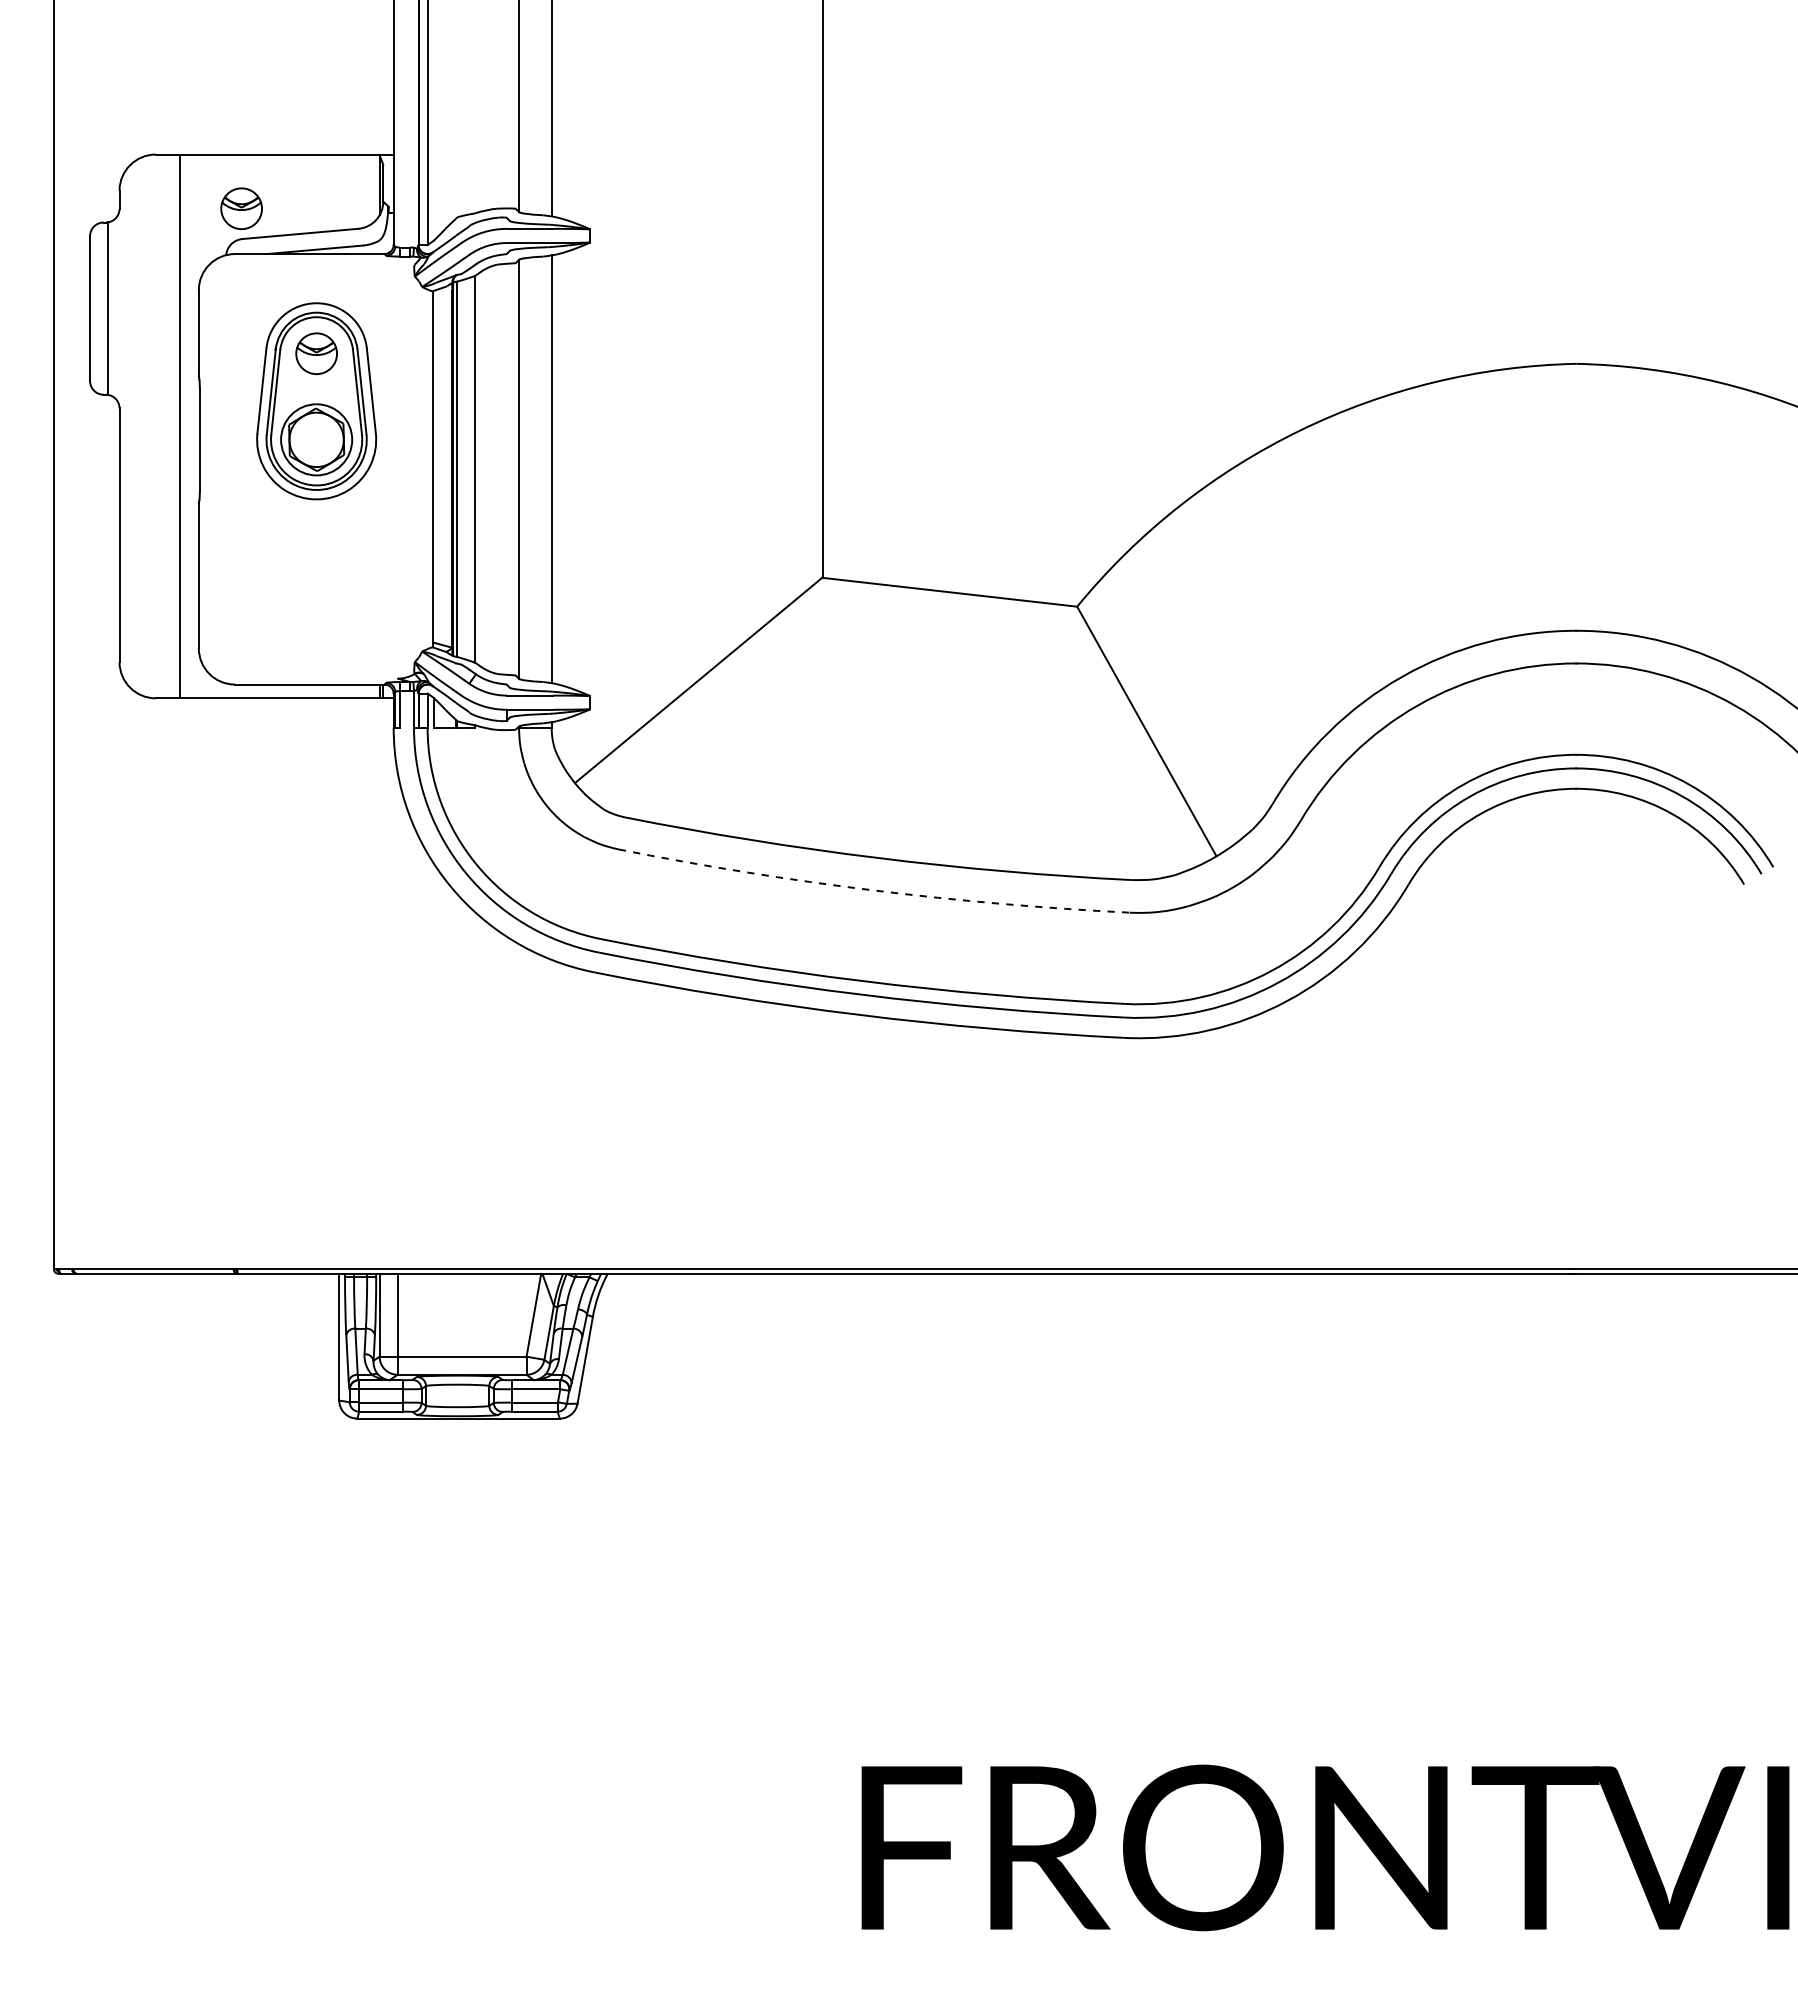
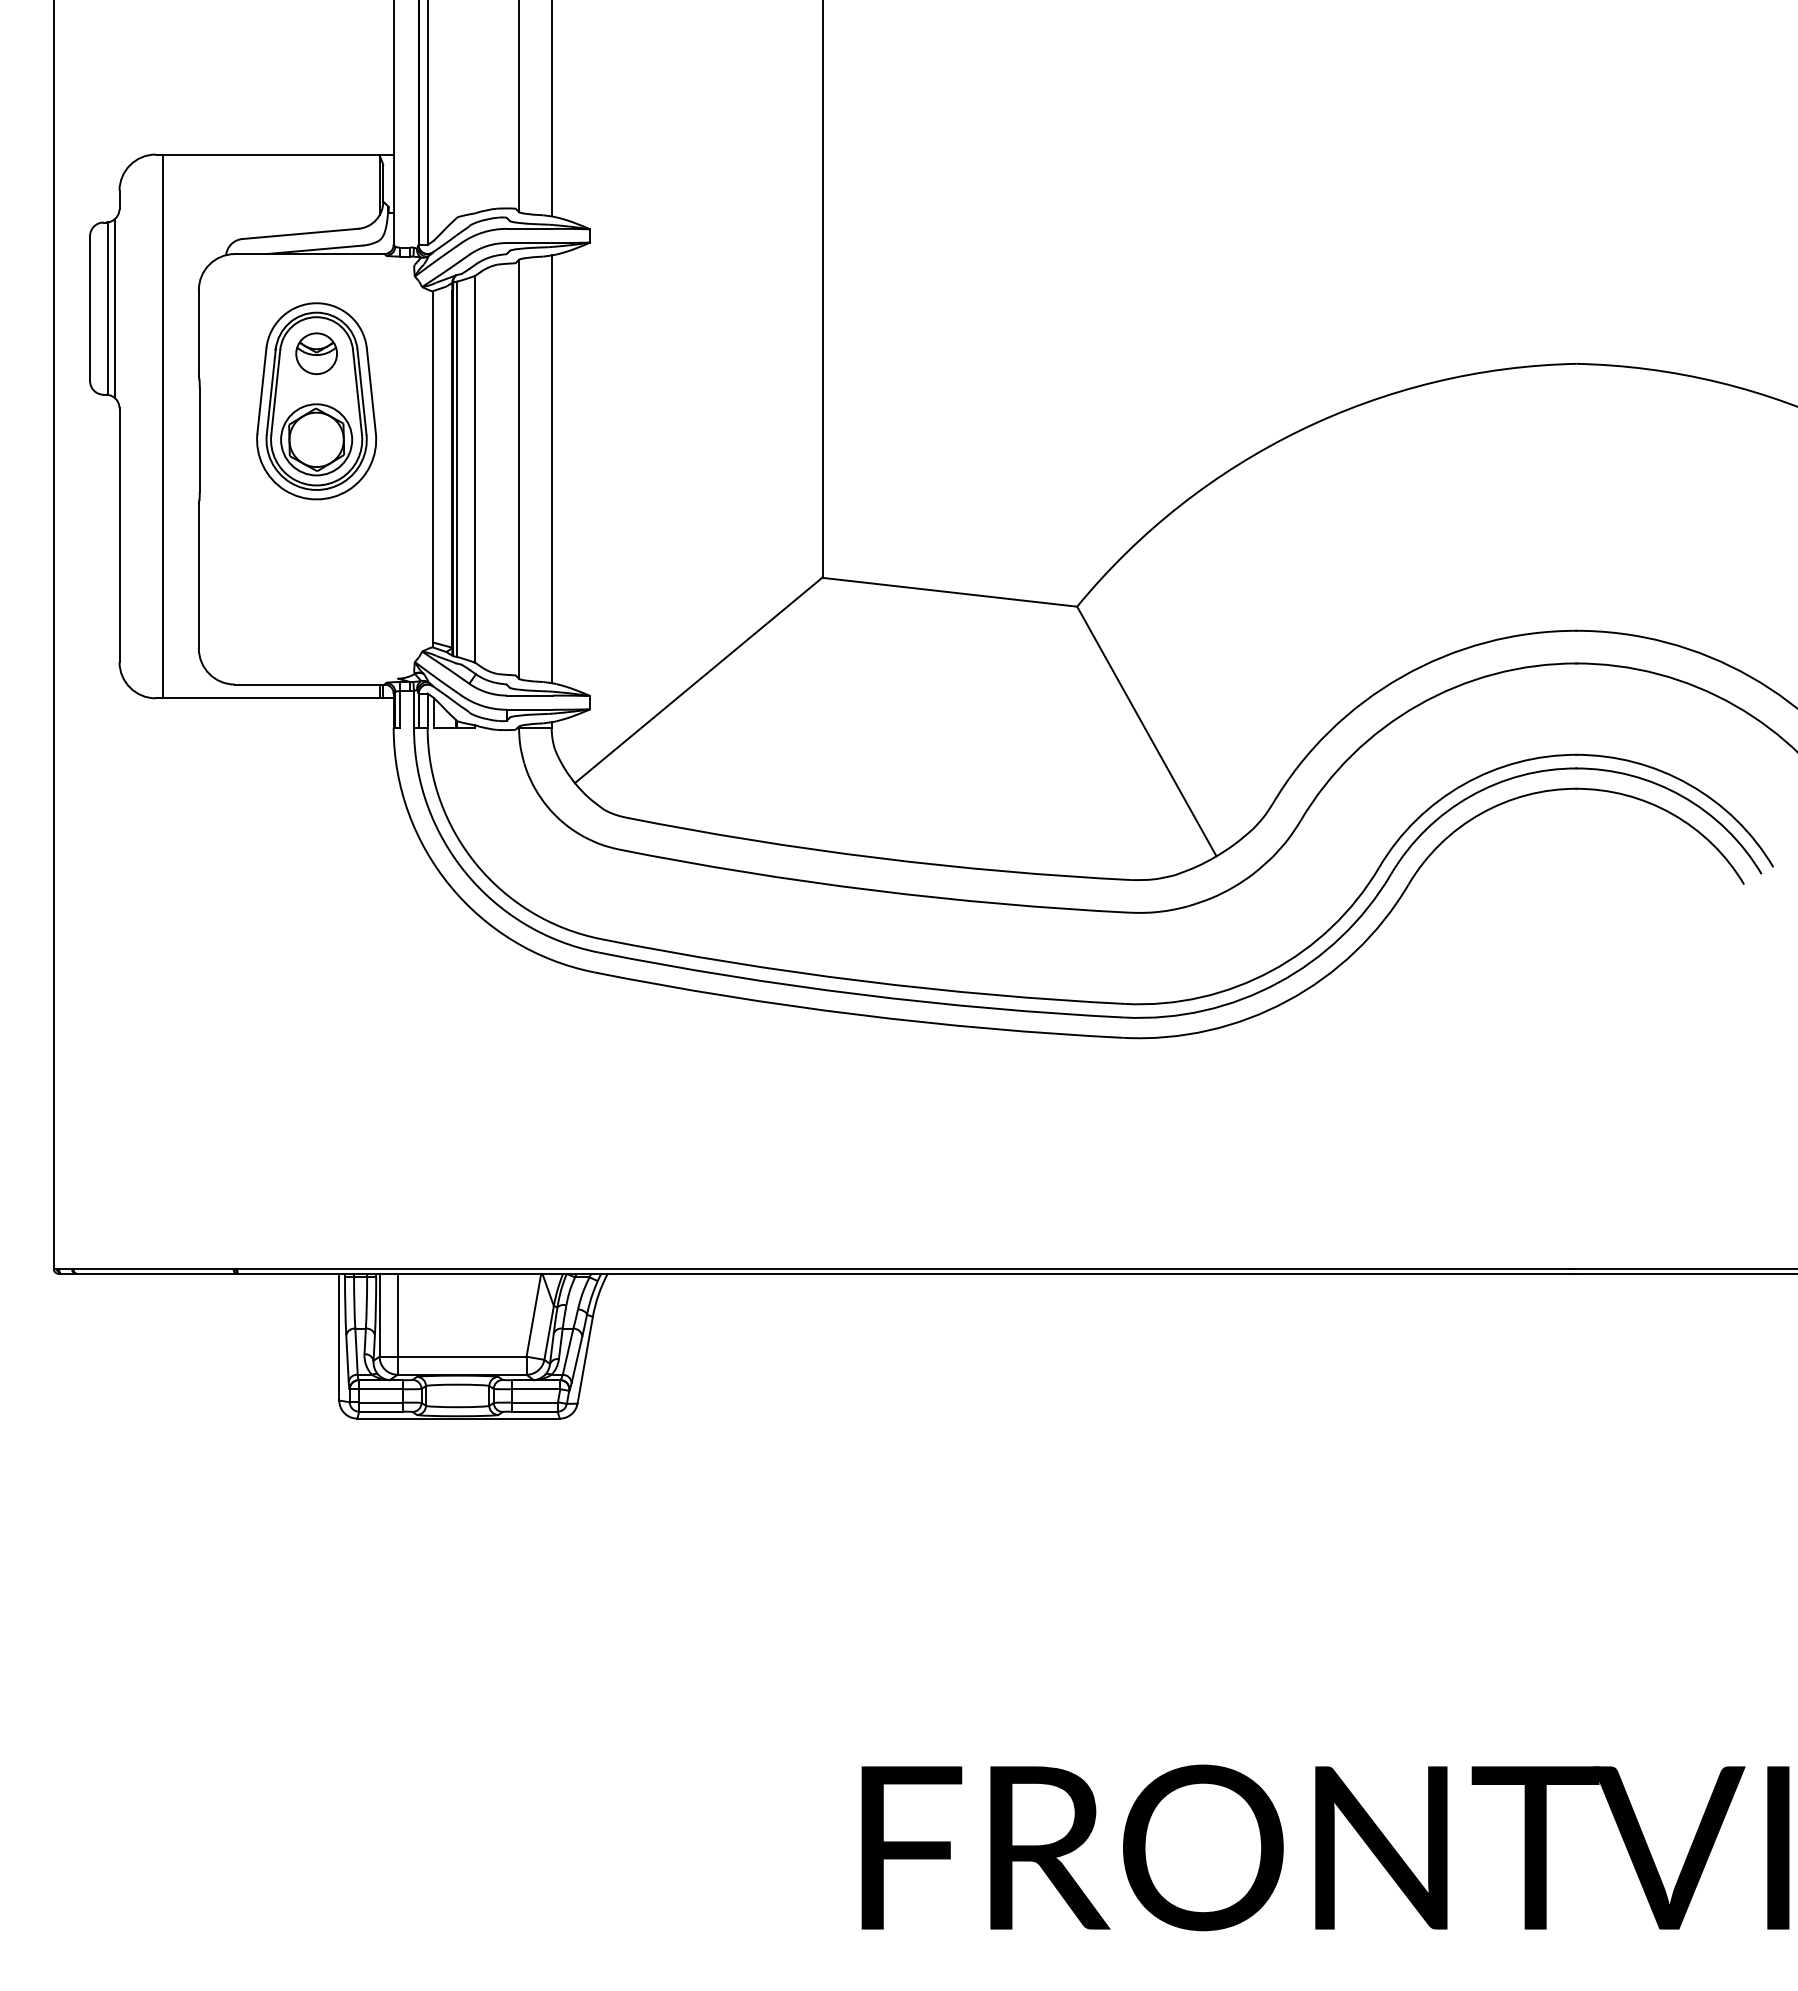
part at (241, 208): present -> none
line at (114, 308): none -> present
line at (179, 426) position: (179, 426) -> (162, 426)
arc at (873, 890): dashed -> solid
